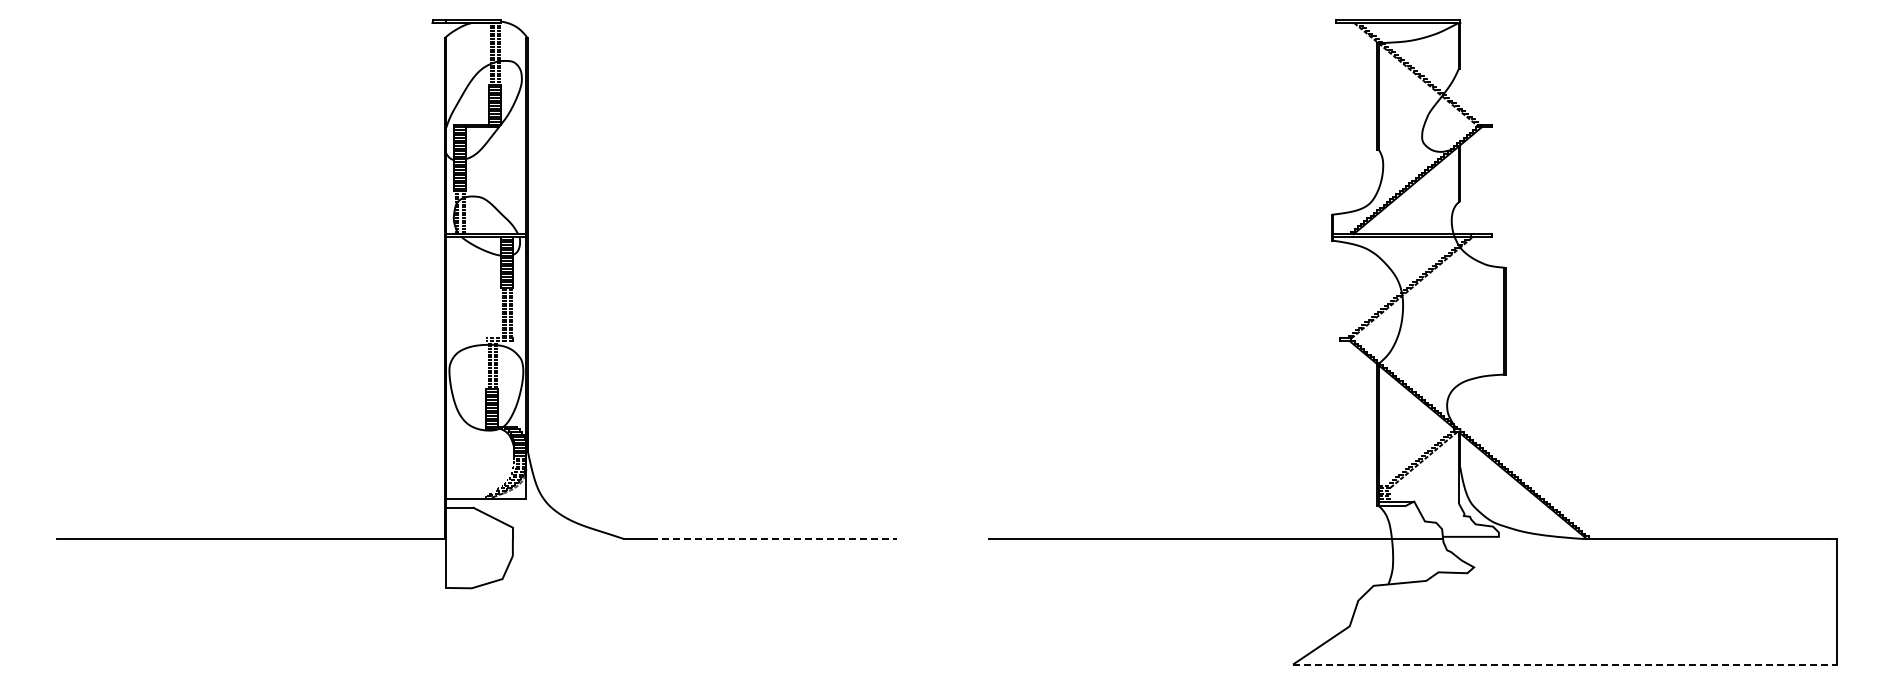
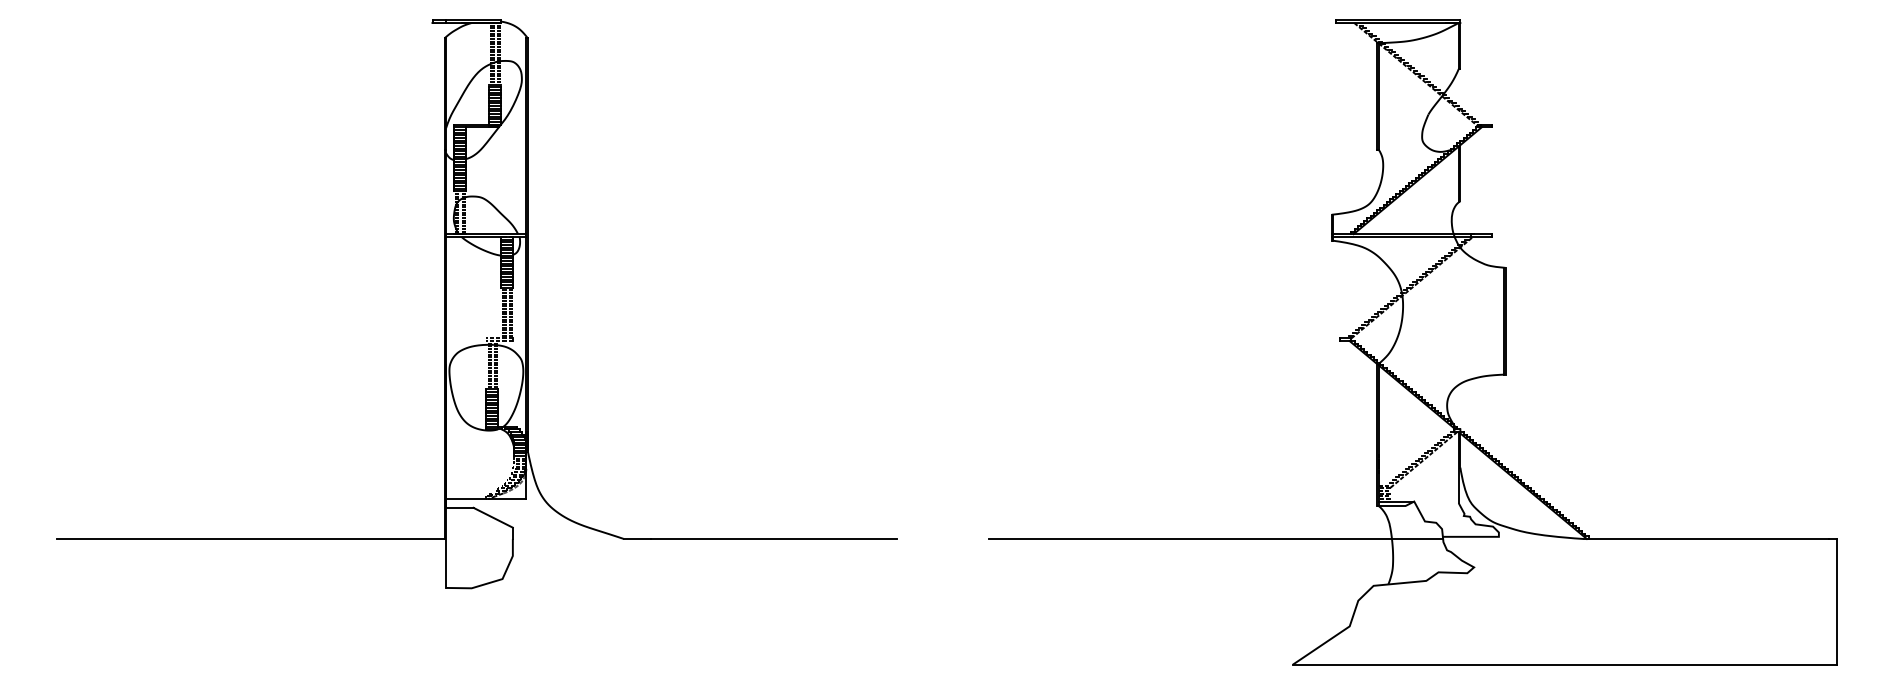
line at (773, 538): dashed -> solid
line at (1565, 664): dashed -> solid
